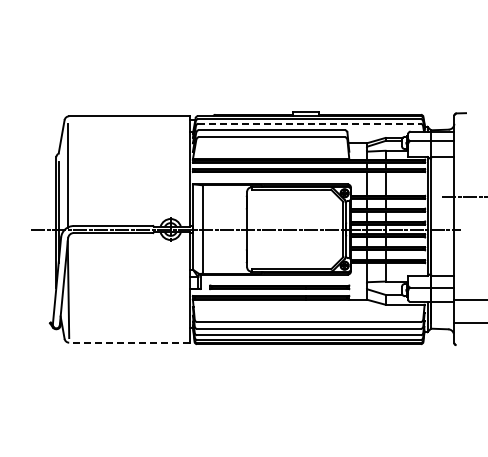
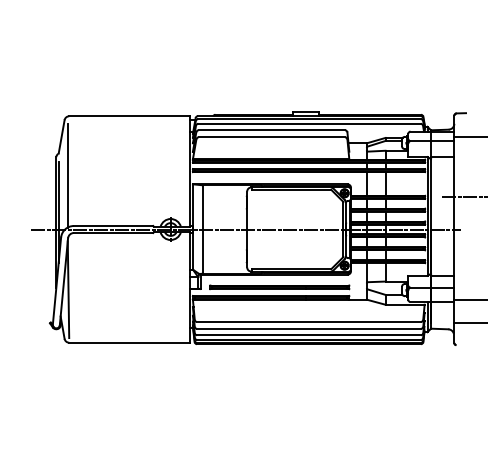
line at (310, 123): dashed -> solid
line at (469, 136): none -> present
line at (129, 342): dashed -> solid
